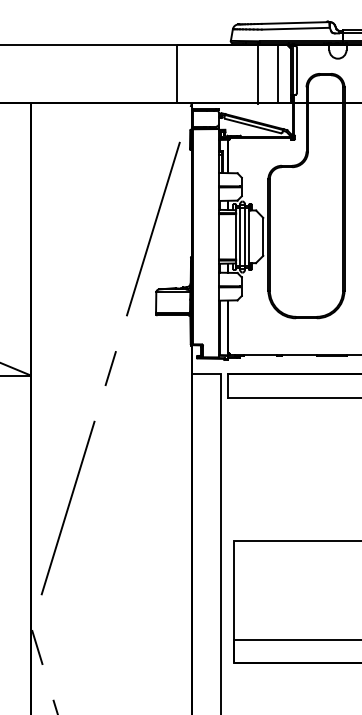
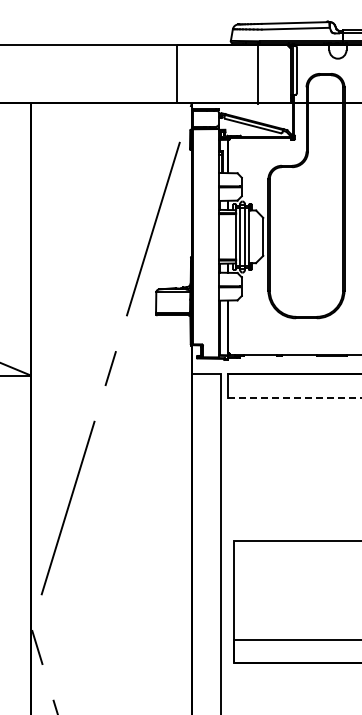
line at (277, 73): present -> none
line at (295, 397): solid -> dashed
